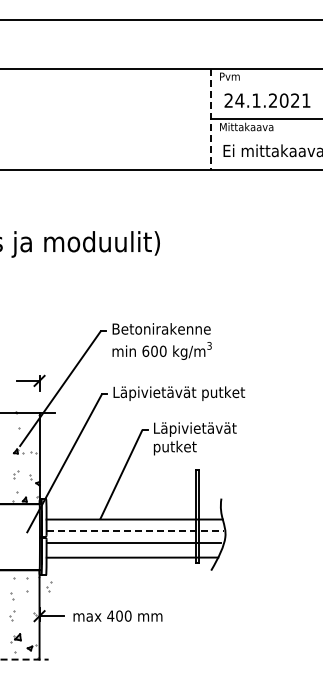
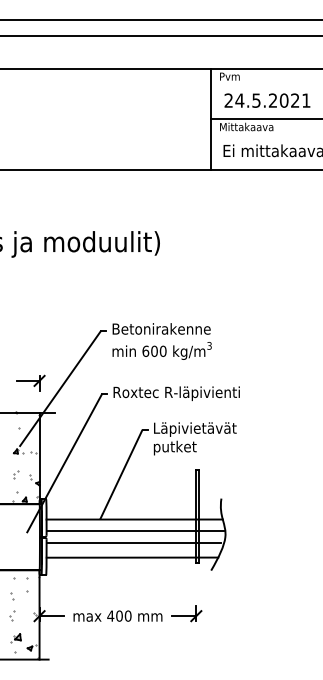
line at (160, 35): none -> present
text at (256, 100): 24.1.2021 -> 24.5.2021
line at (210, 119): dashed -> solid
text at (180, 393): Läpivietävät putket -> Roxtec R-läpivienti
line at (135, 531): dashed -> solid
part at (49, 586): present -> none
part at (186, 613): none -> present
line at (25, 659): dashed -> solid
